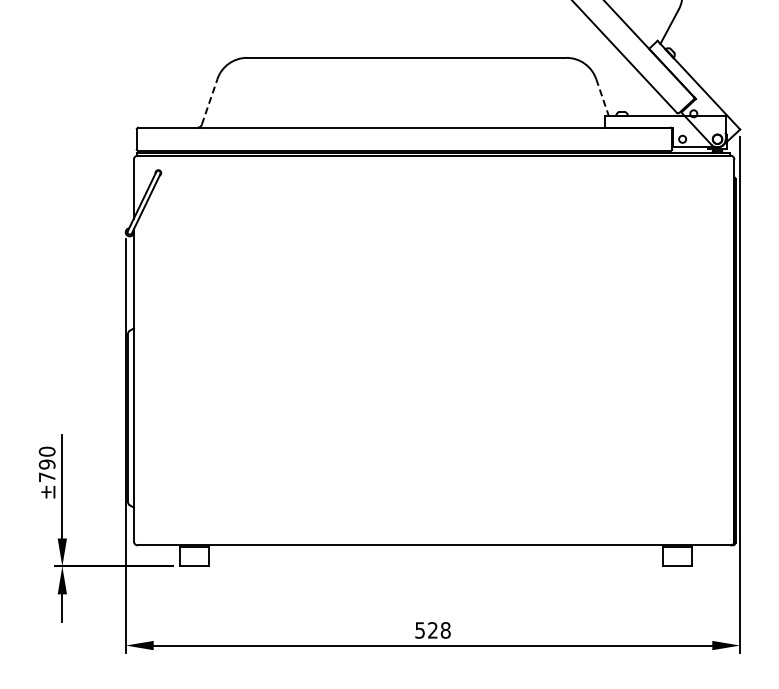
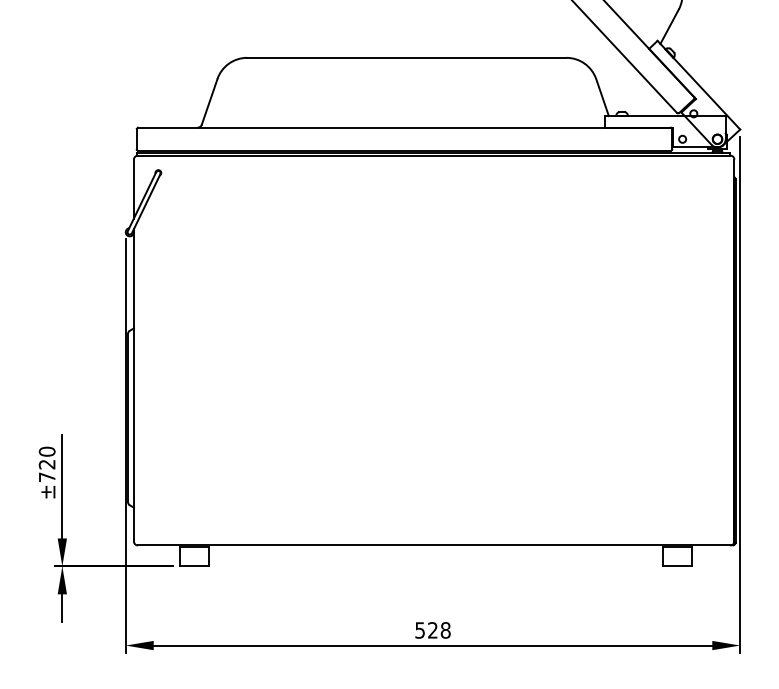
line at (602, 98): dashed -> solid
line at (209, 101): dashed -> solid
text at (47, 464): ±790 -> ±720
